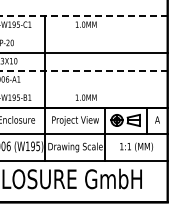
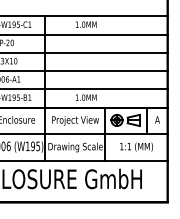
line at (83, 16): dashed -> solid
line at (84, 34): none -> present
line at (83, 71): dashed -> solid
line at (84, 89): none -> present
